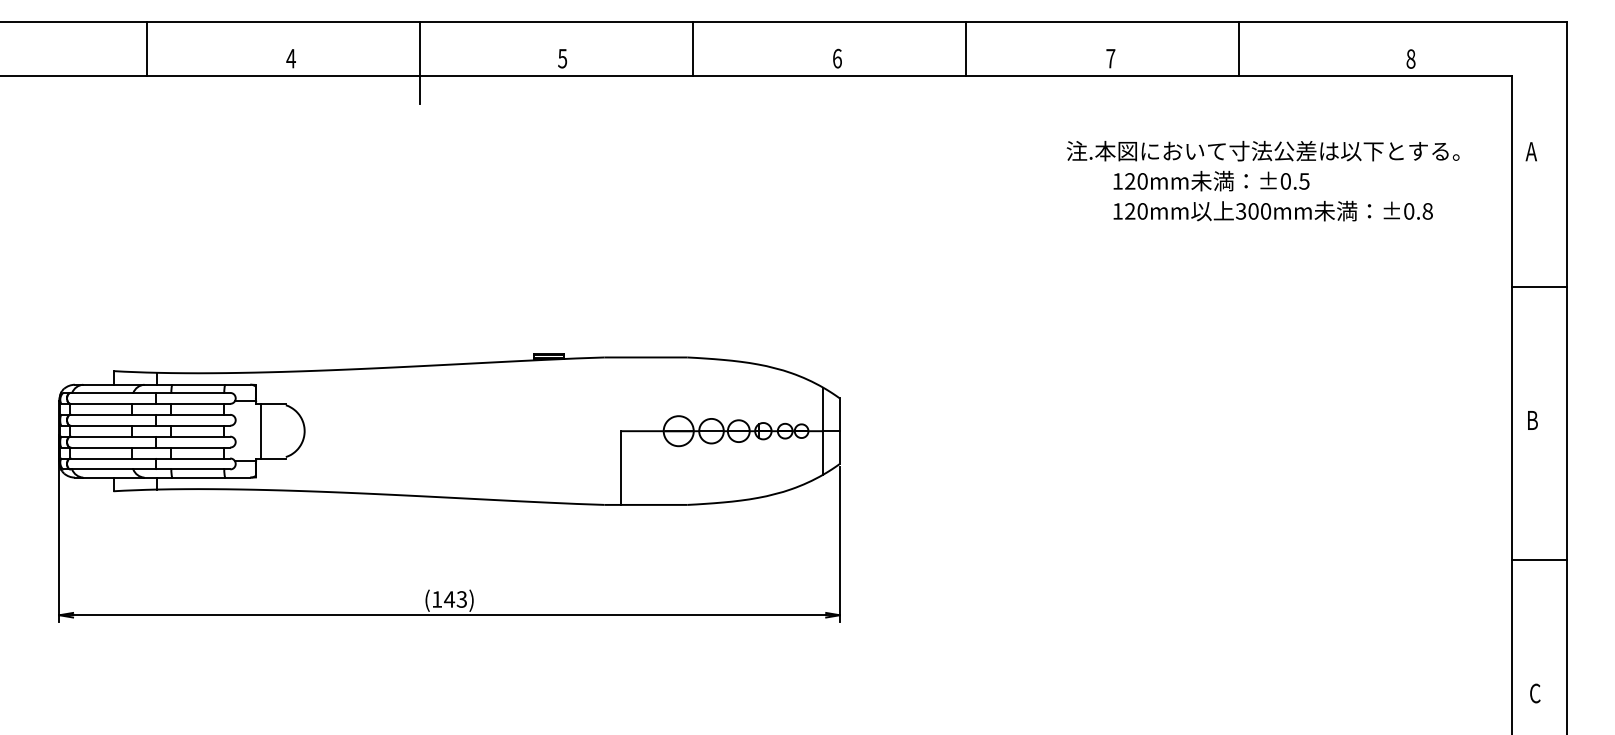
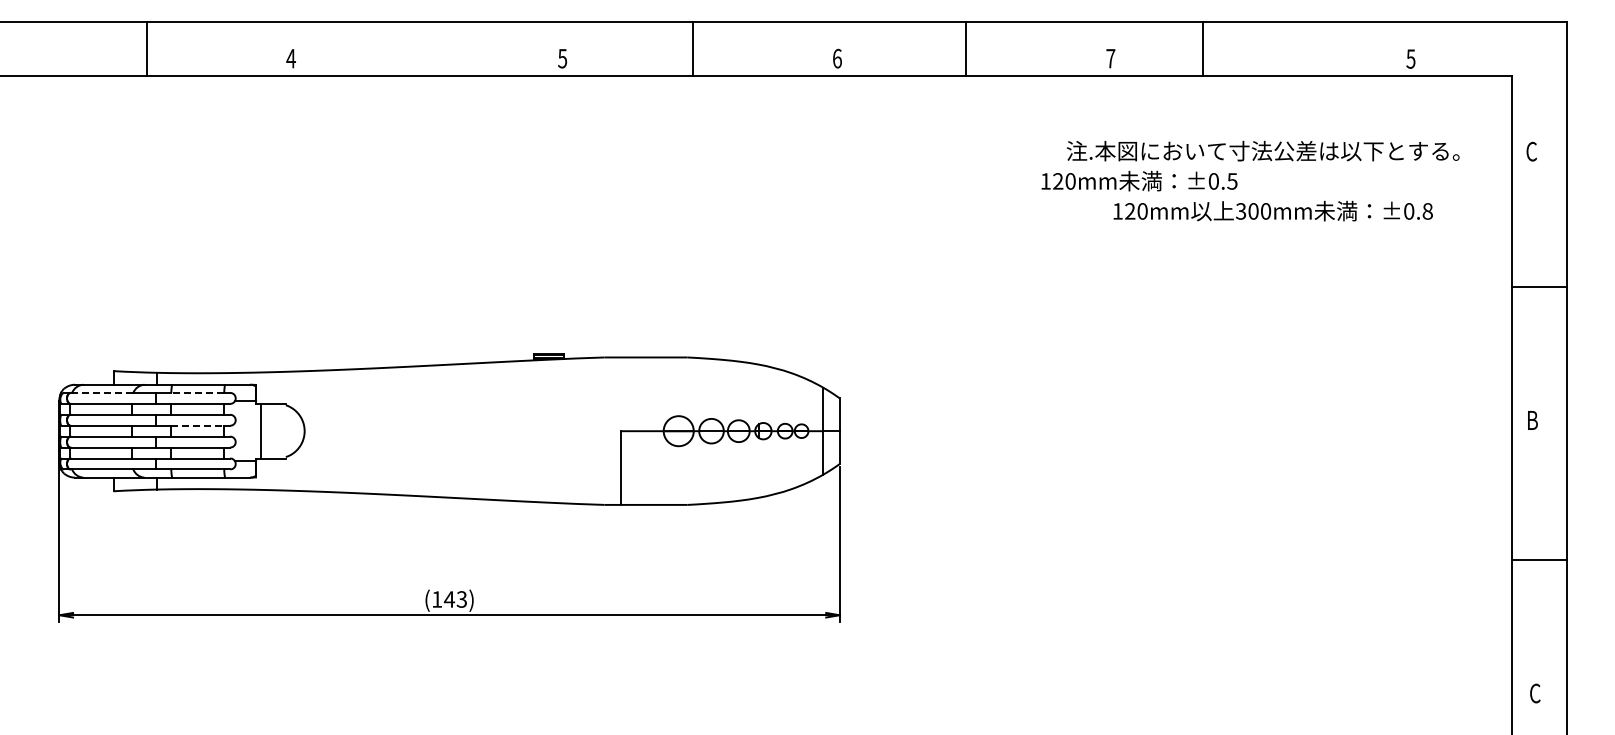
line at (1238, 48) position: (1238, 48) -> (1202, 48)
text at (1410, 58): 8 -> 5
line at (419, 62): present -> none
text at (1530, 151): A -> C
text at (1211, 180) position: (1211, 180) -> (1139, 180)
line at (102, 392): solid -> dashed
line at (197, 392): solid -> dashed
line at (198, 425): solid -> dashed
